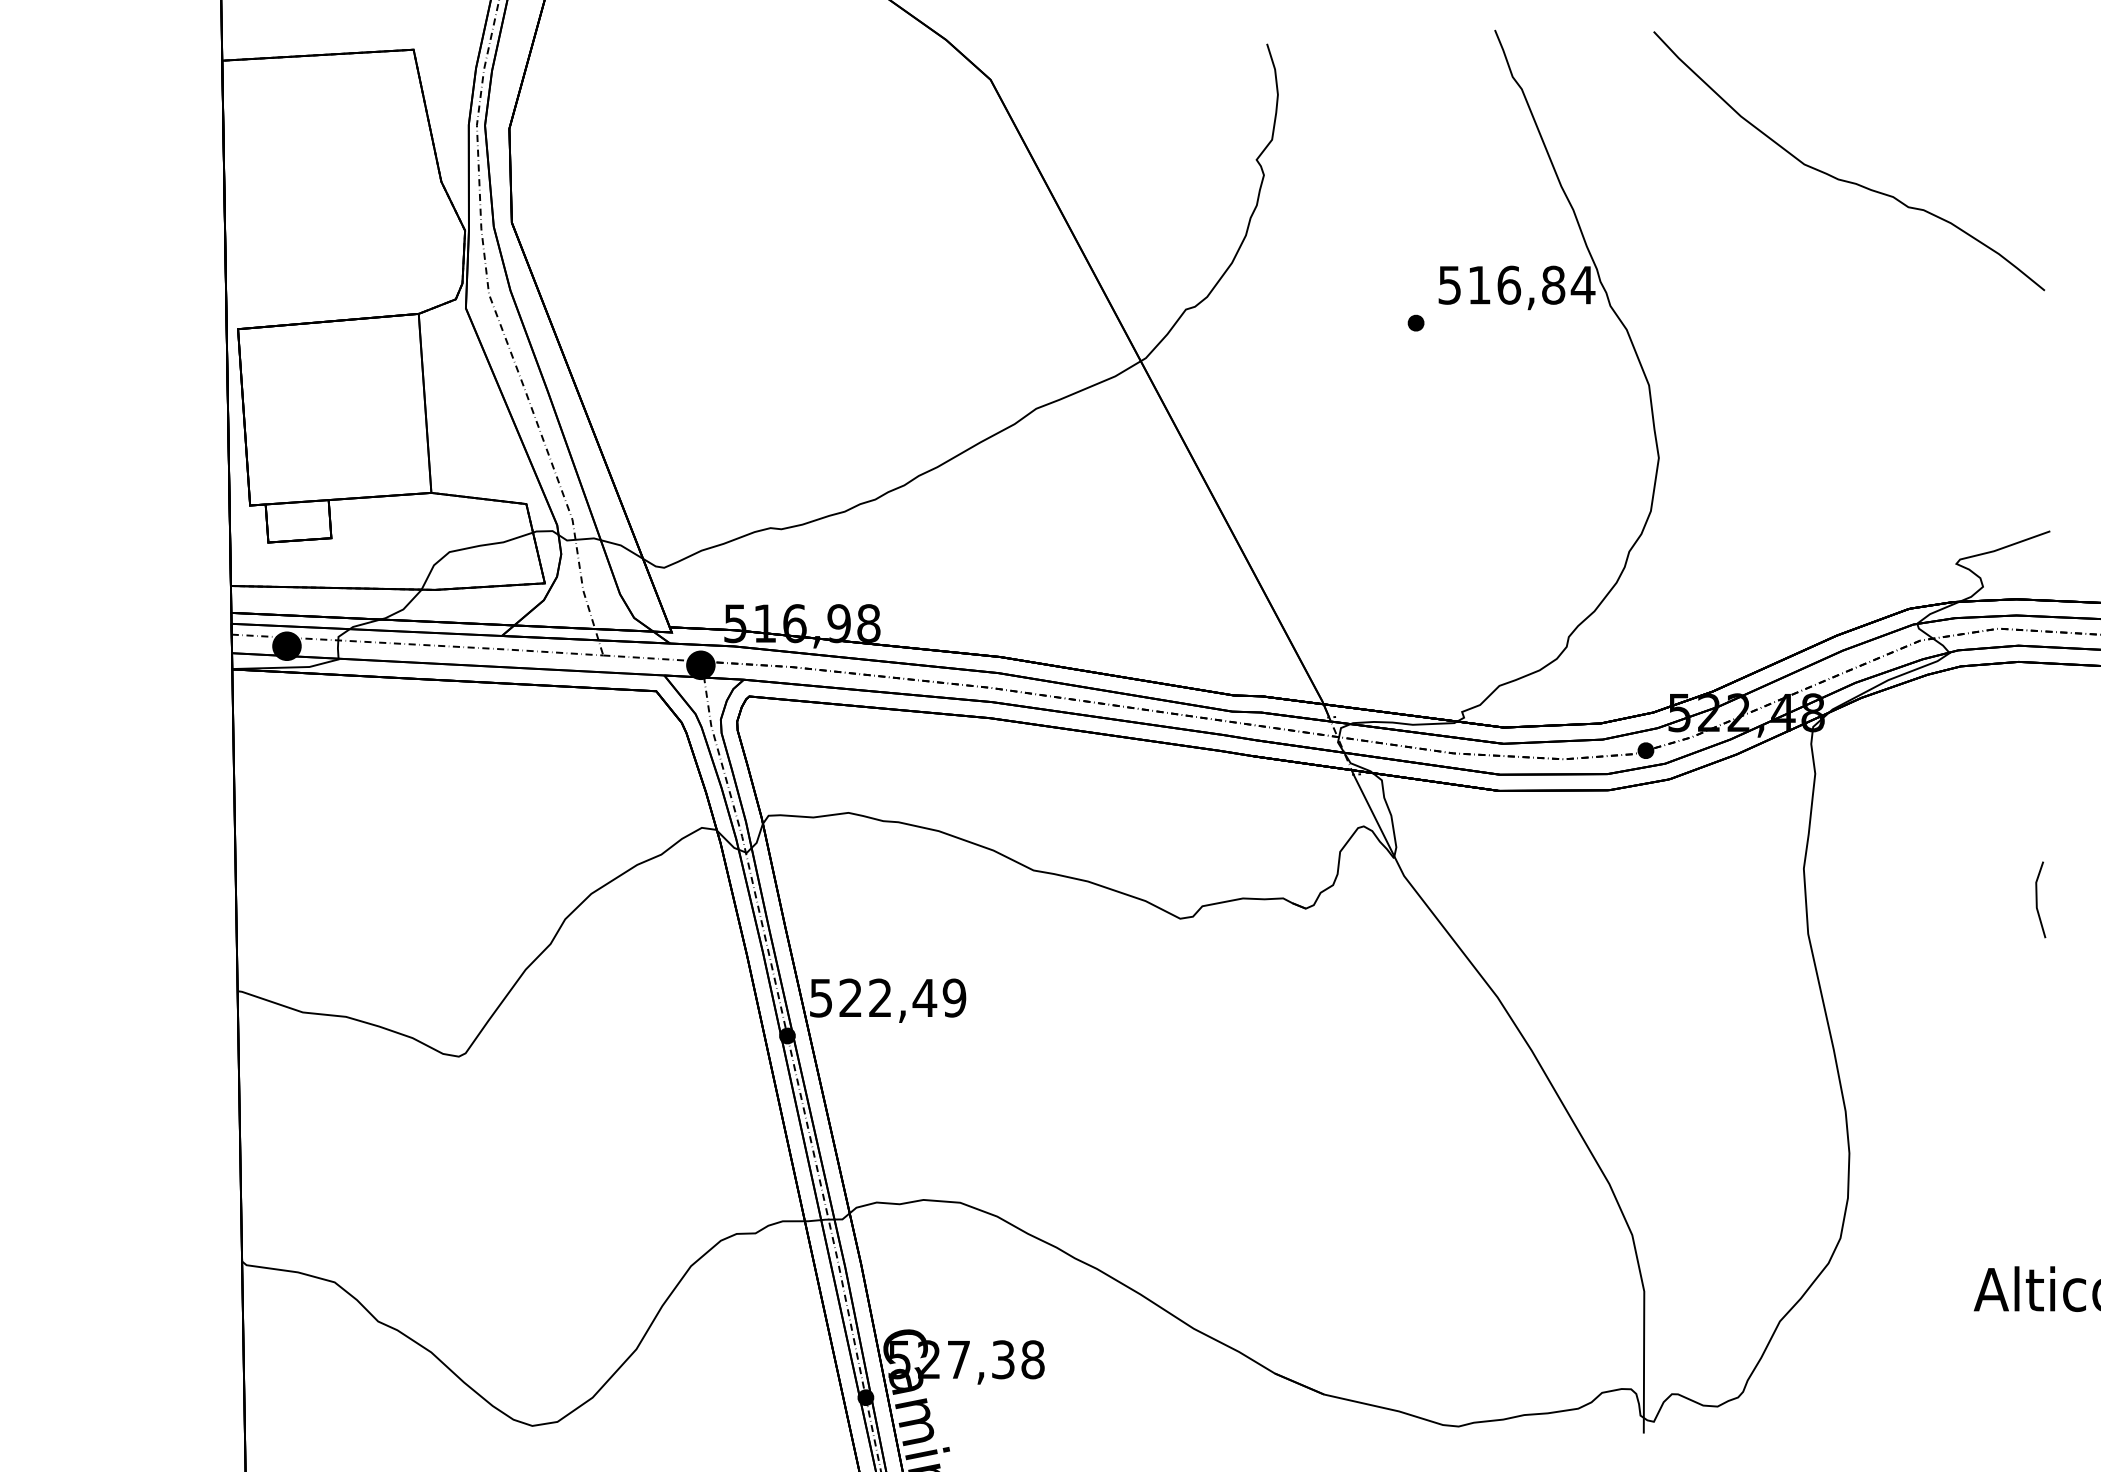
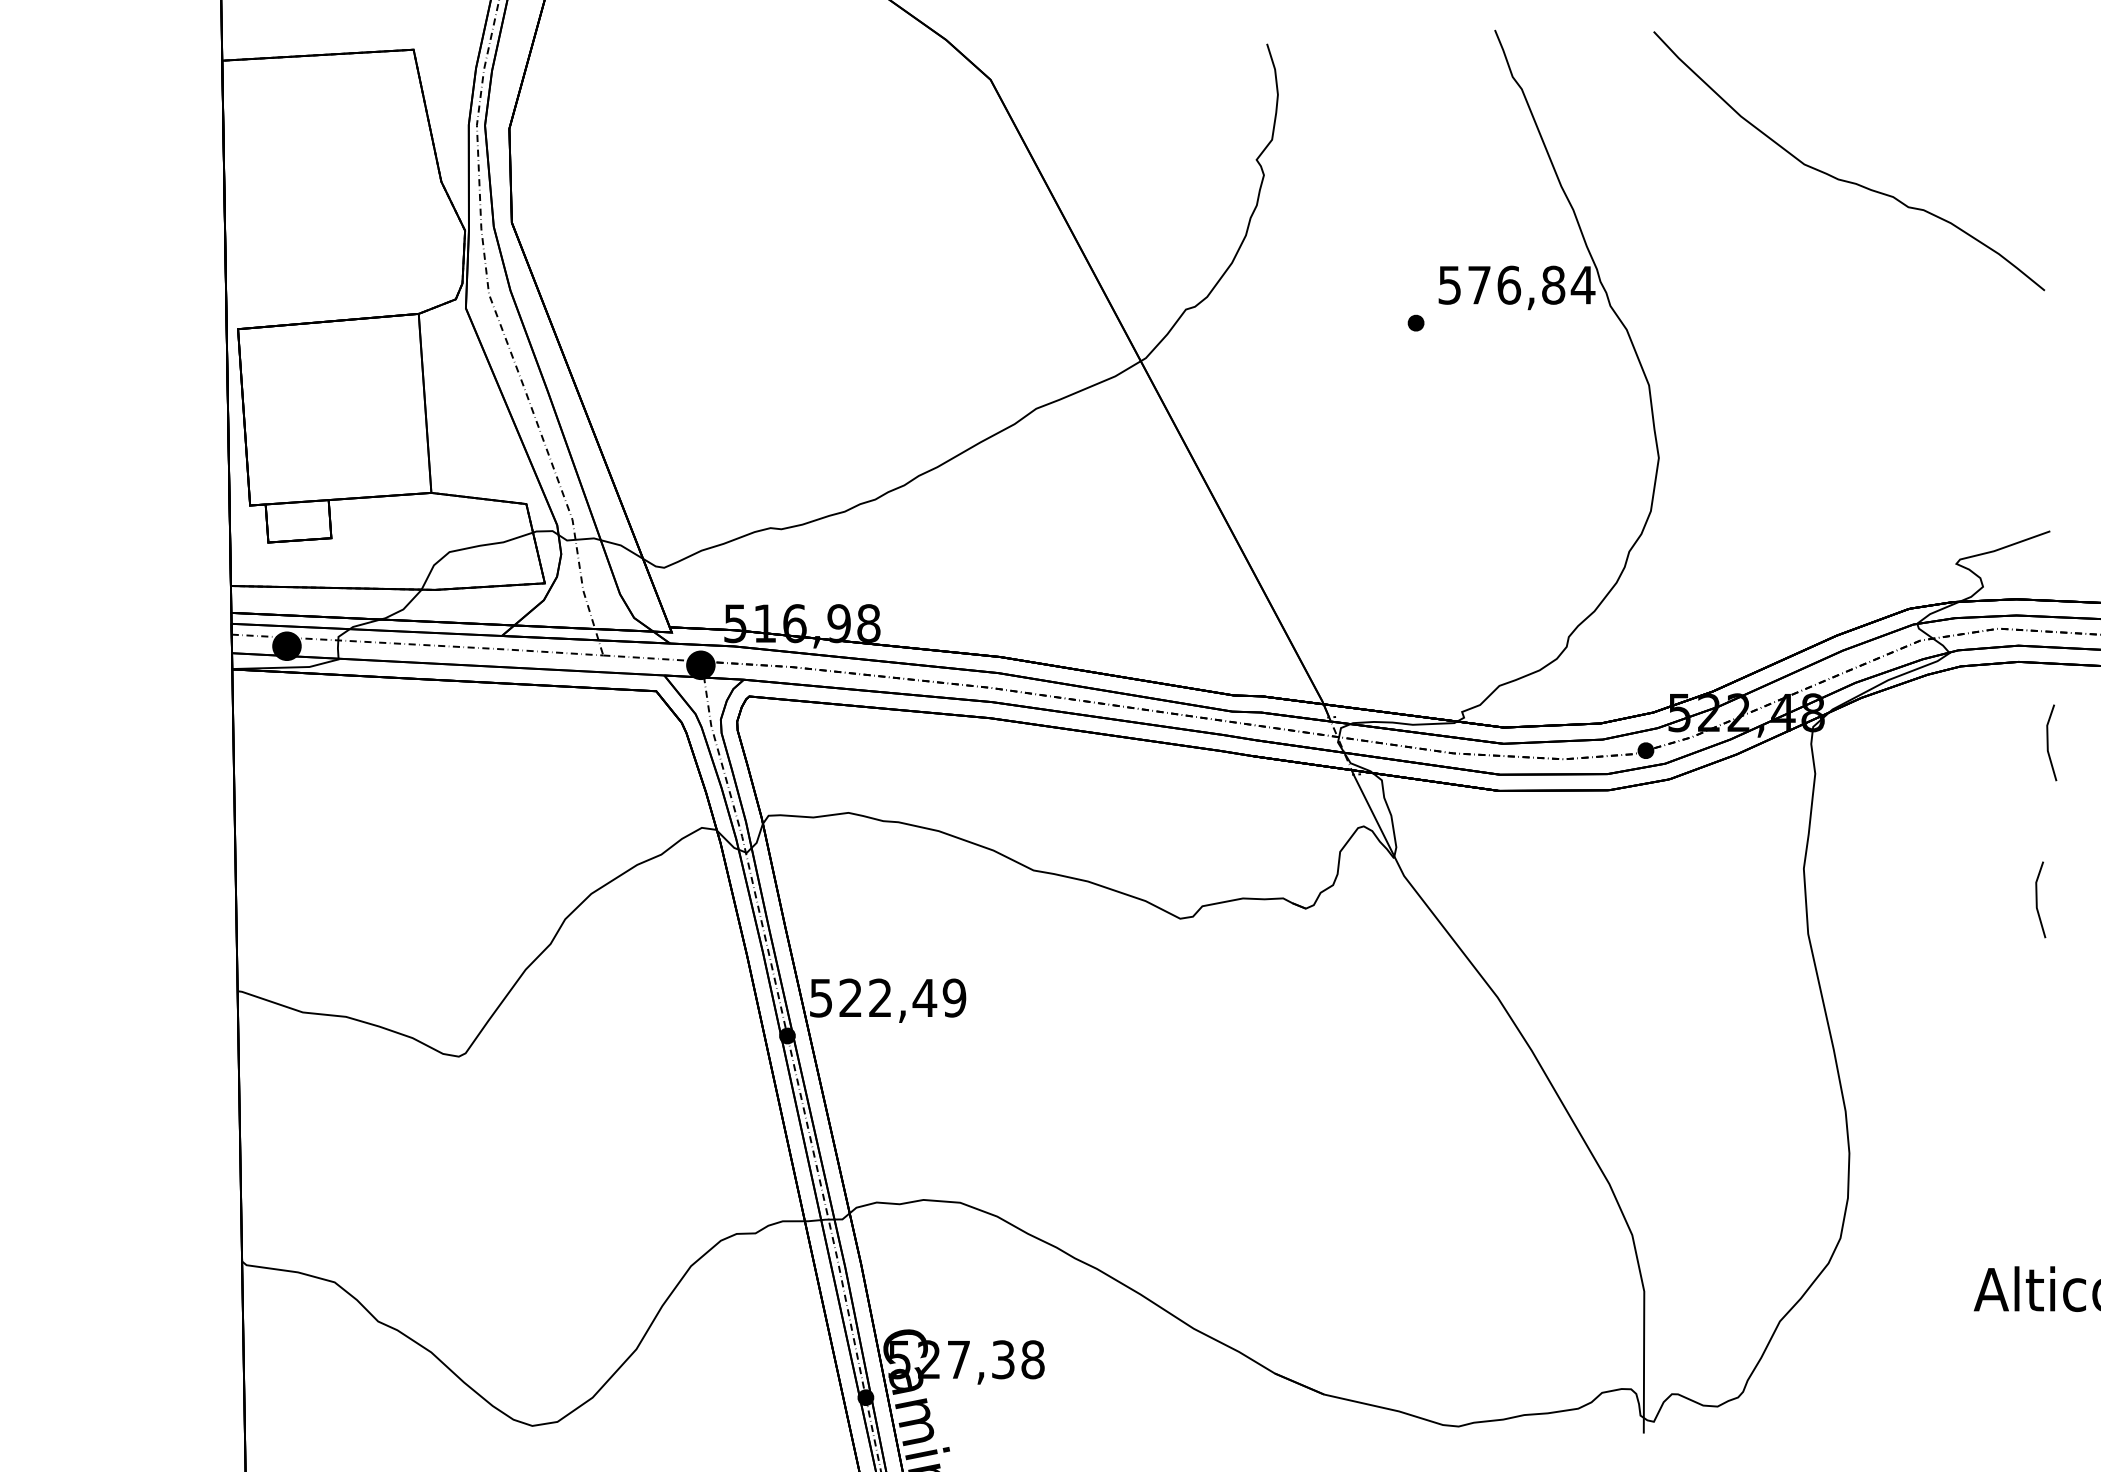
text at (1479, 285): 516,84 -> 576,84
line at (2048, 742): none -> present
